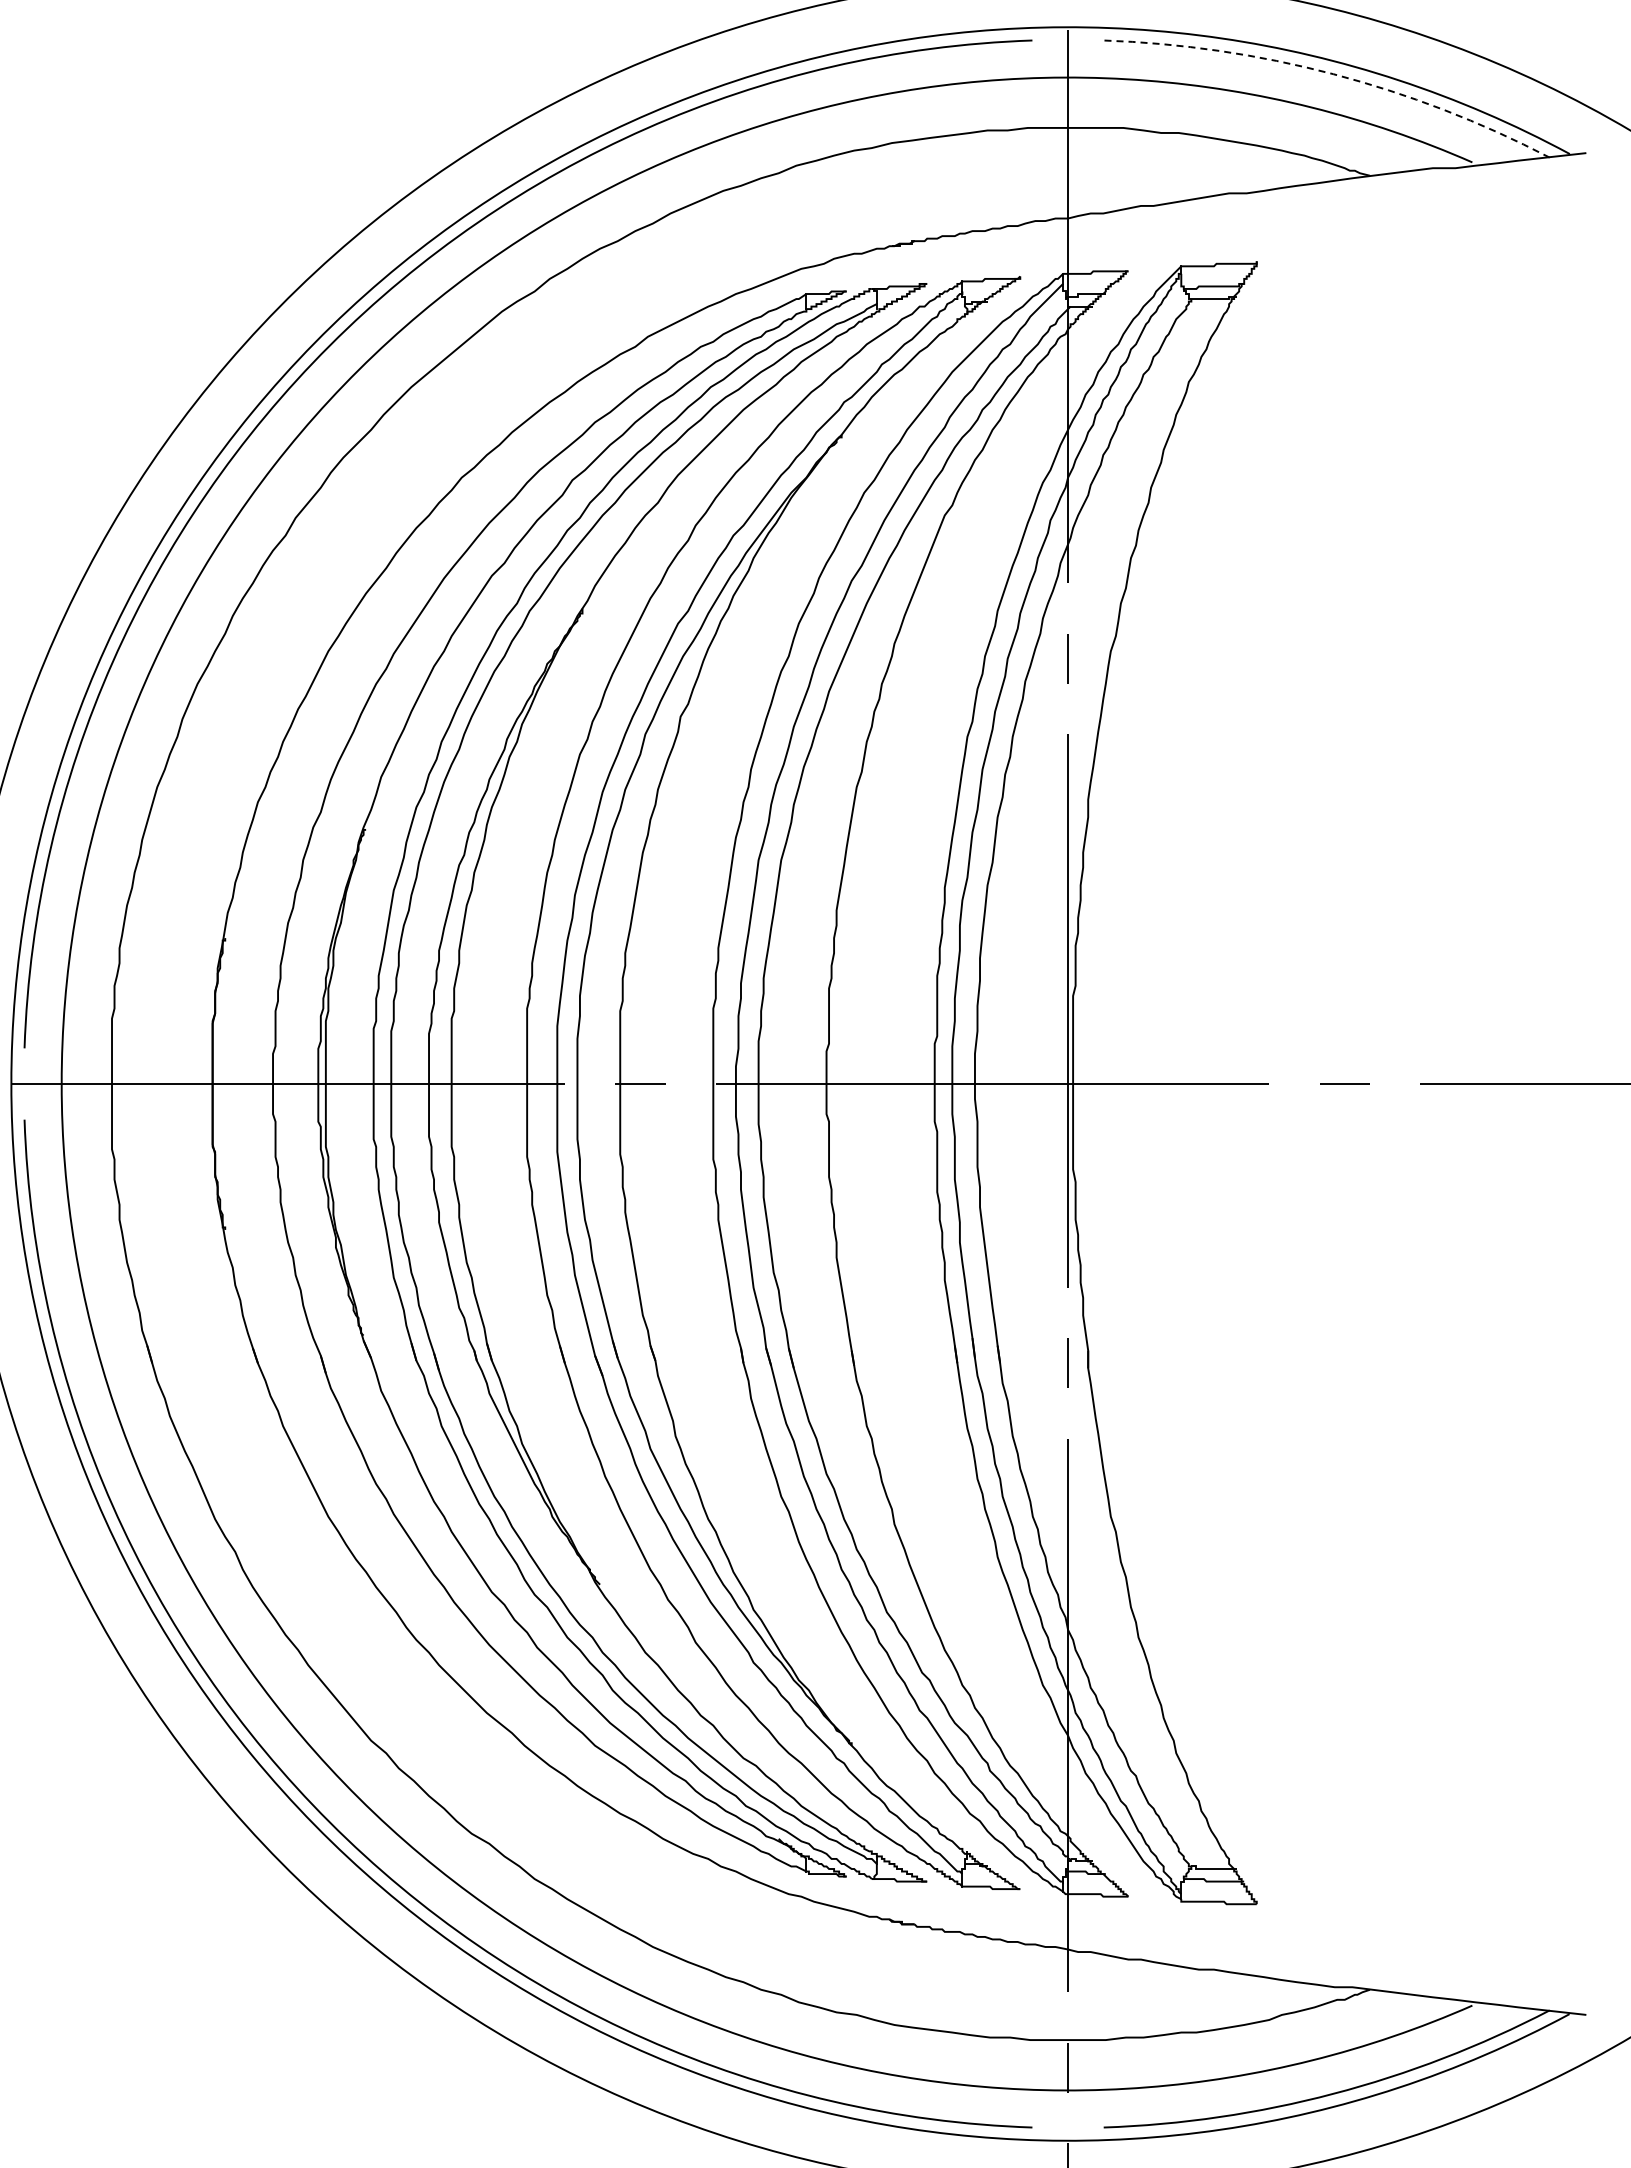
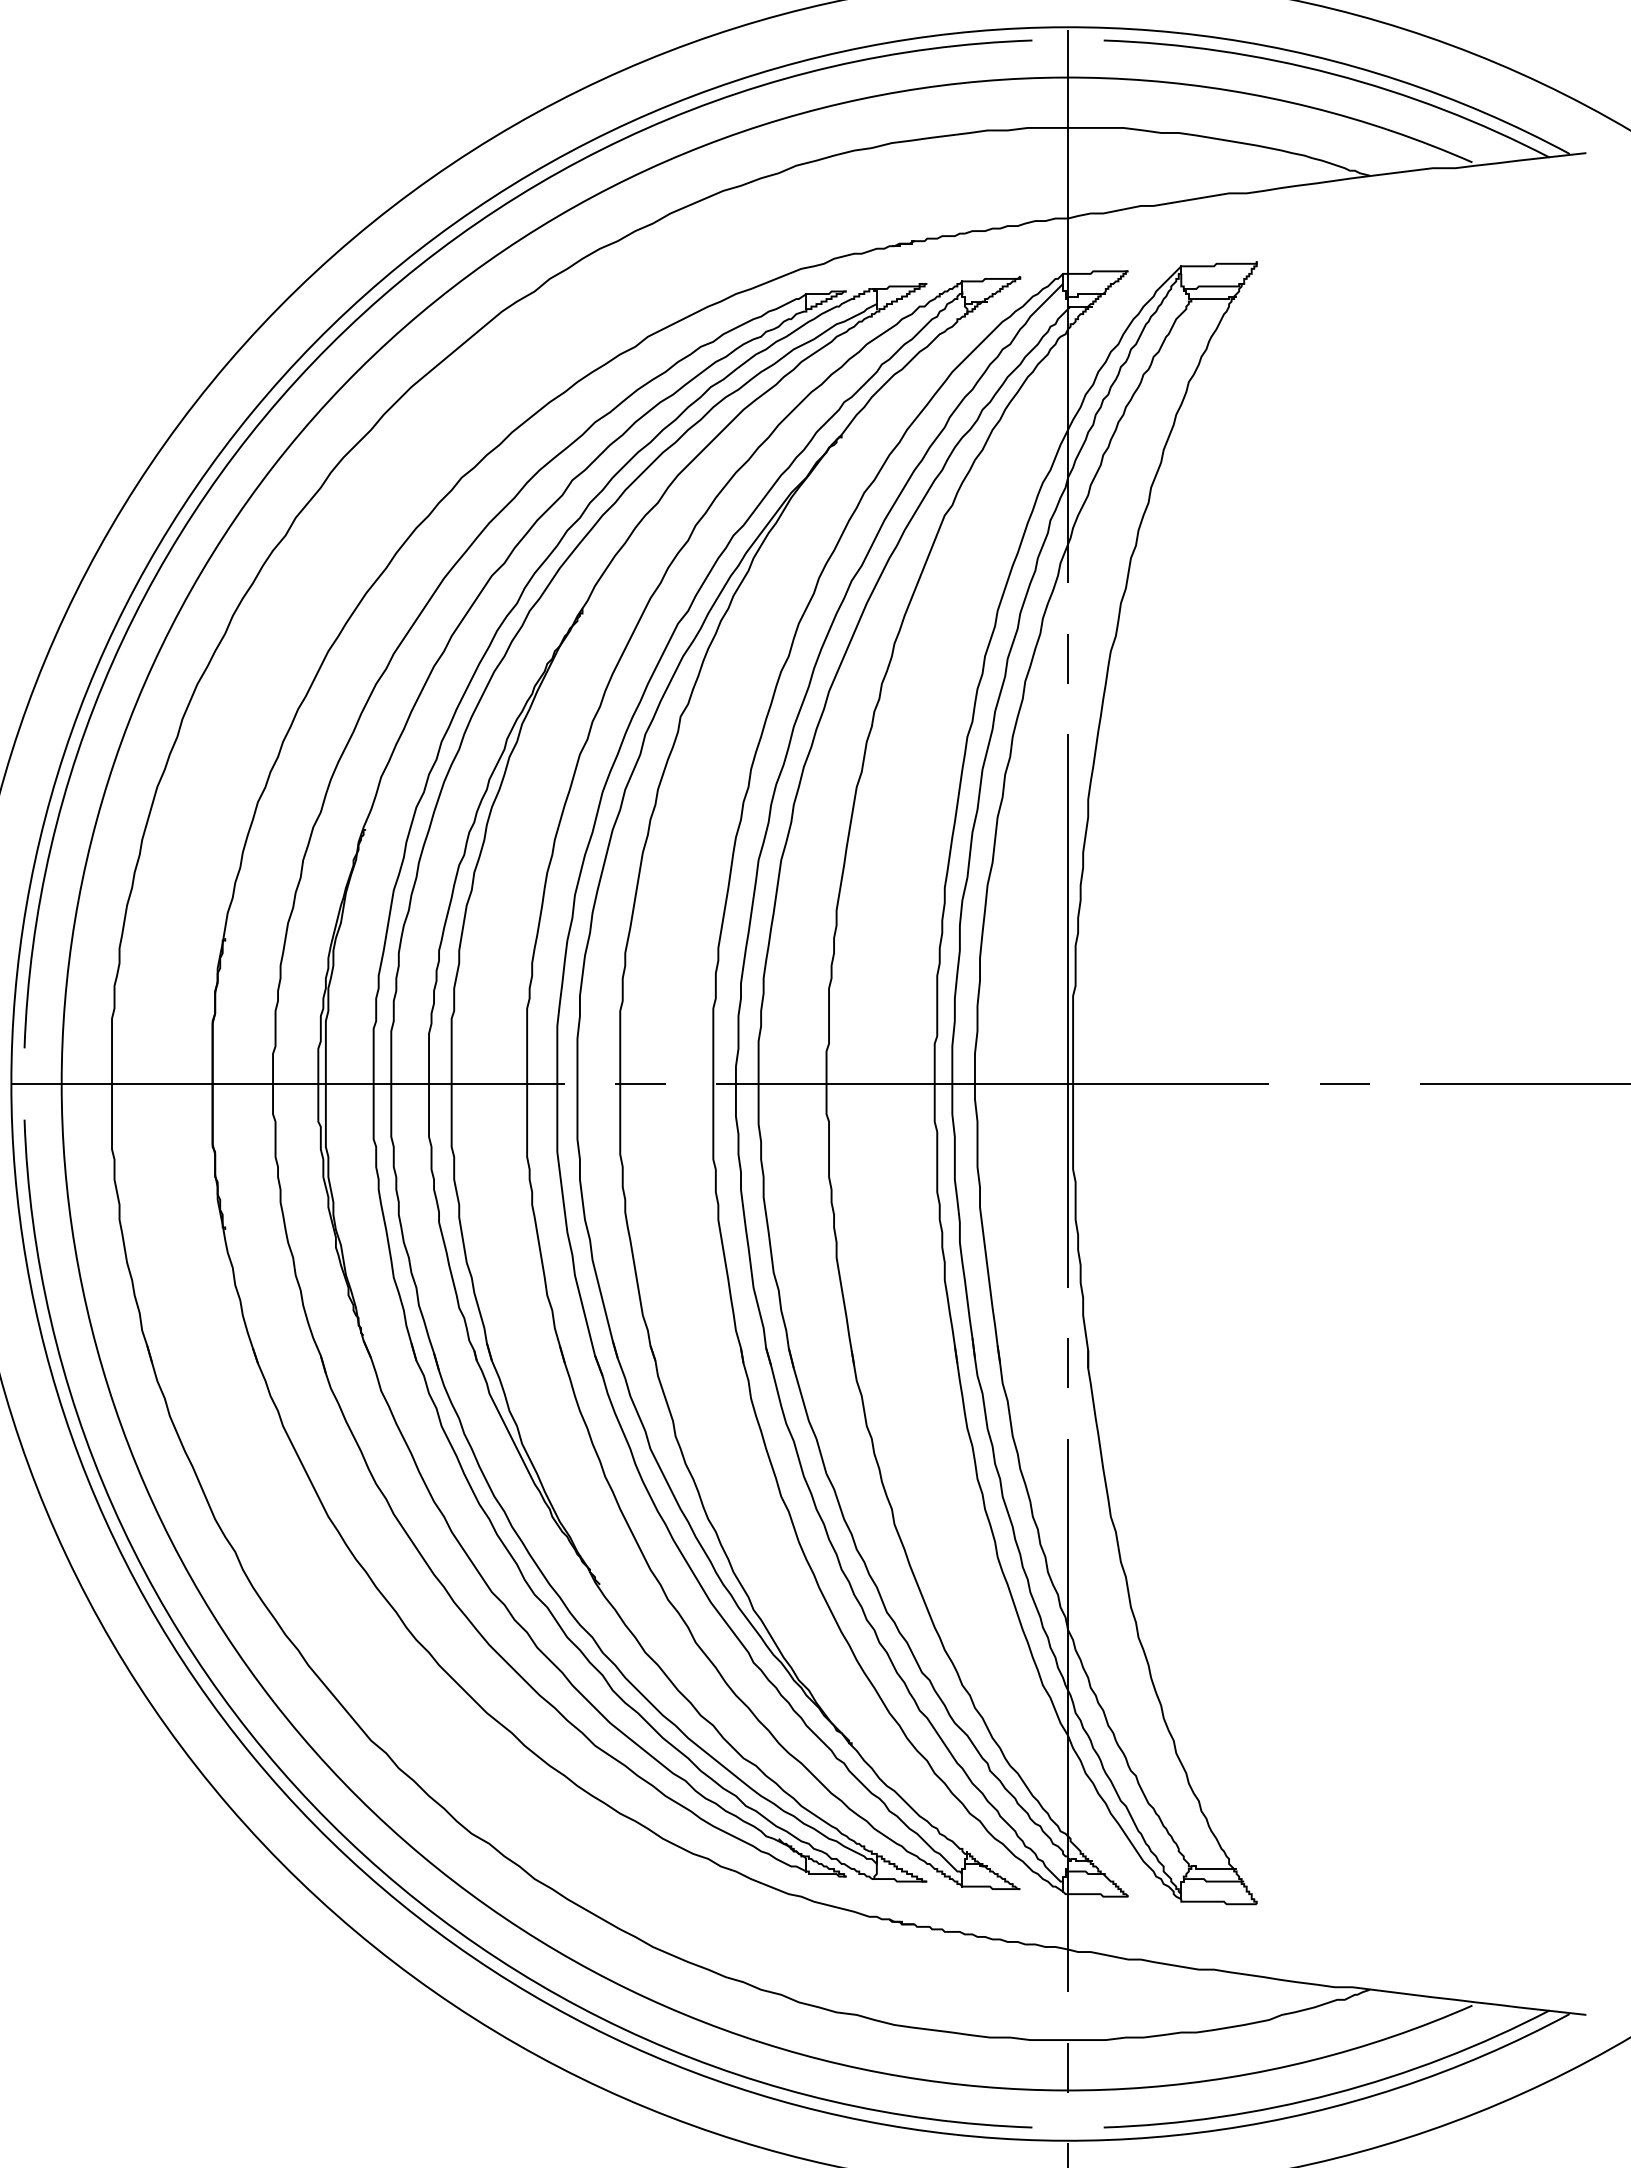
arc at (1333, 74): dashed -> solid
